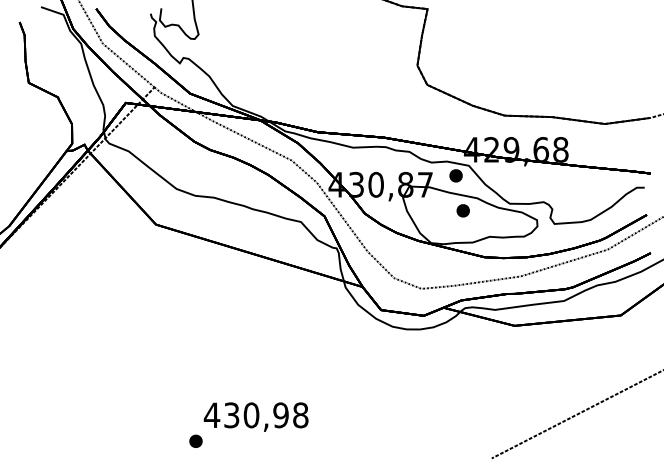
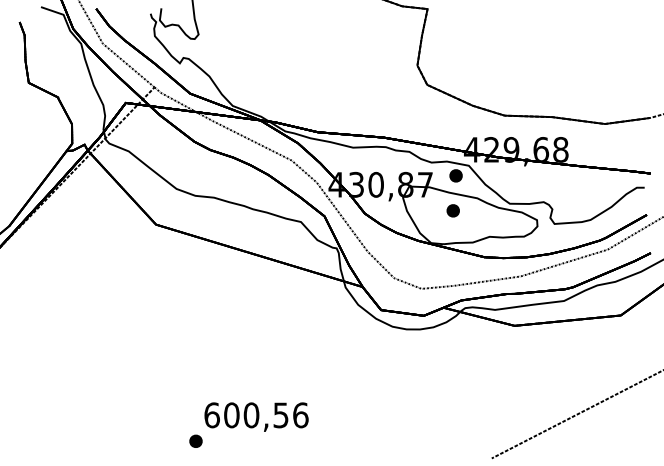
part at (462, 210) position: (462, 210) -> (452, 210)
text at (255, 415): 430,98 -> 600,56
